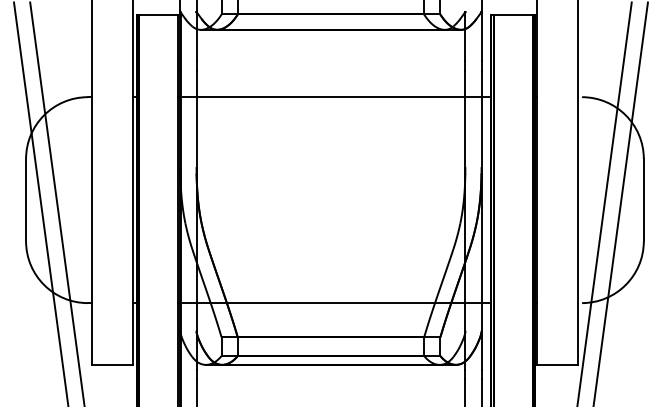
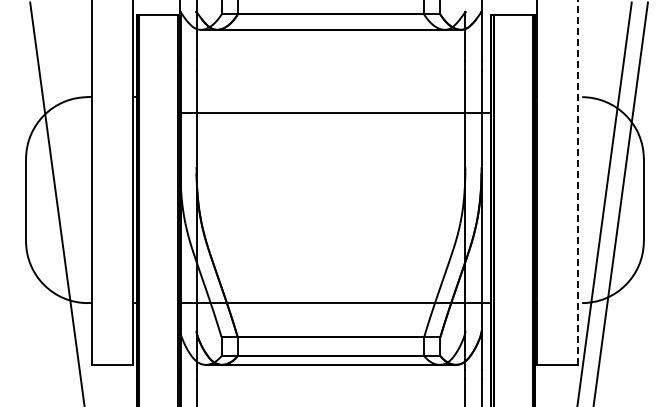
line at (334, 97) position: (334, 97) -> (334, 113)
line at (577, 182): solid -> dashed
line at (40, 202): present -> none
